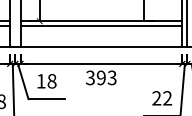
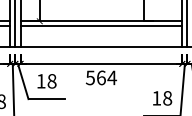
line at (15, 24): none -> present
text at (101, 77): 393 -> 564
text at (162, 98): 22 -> 18
